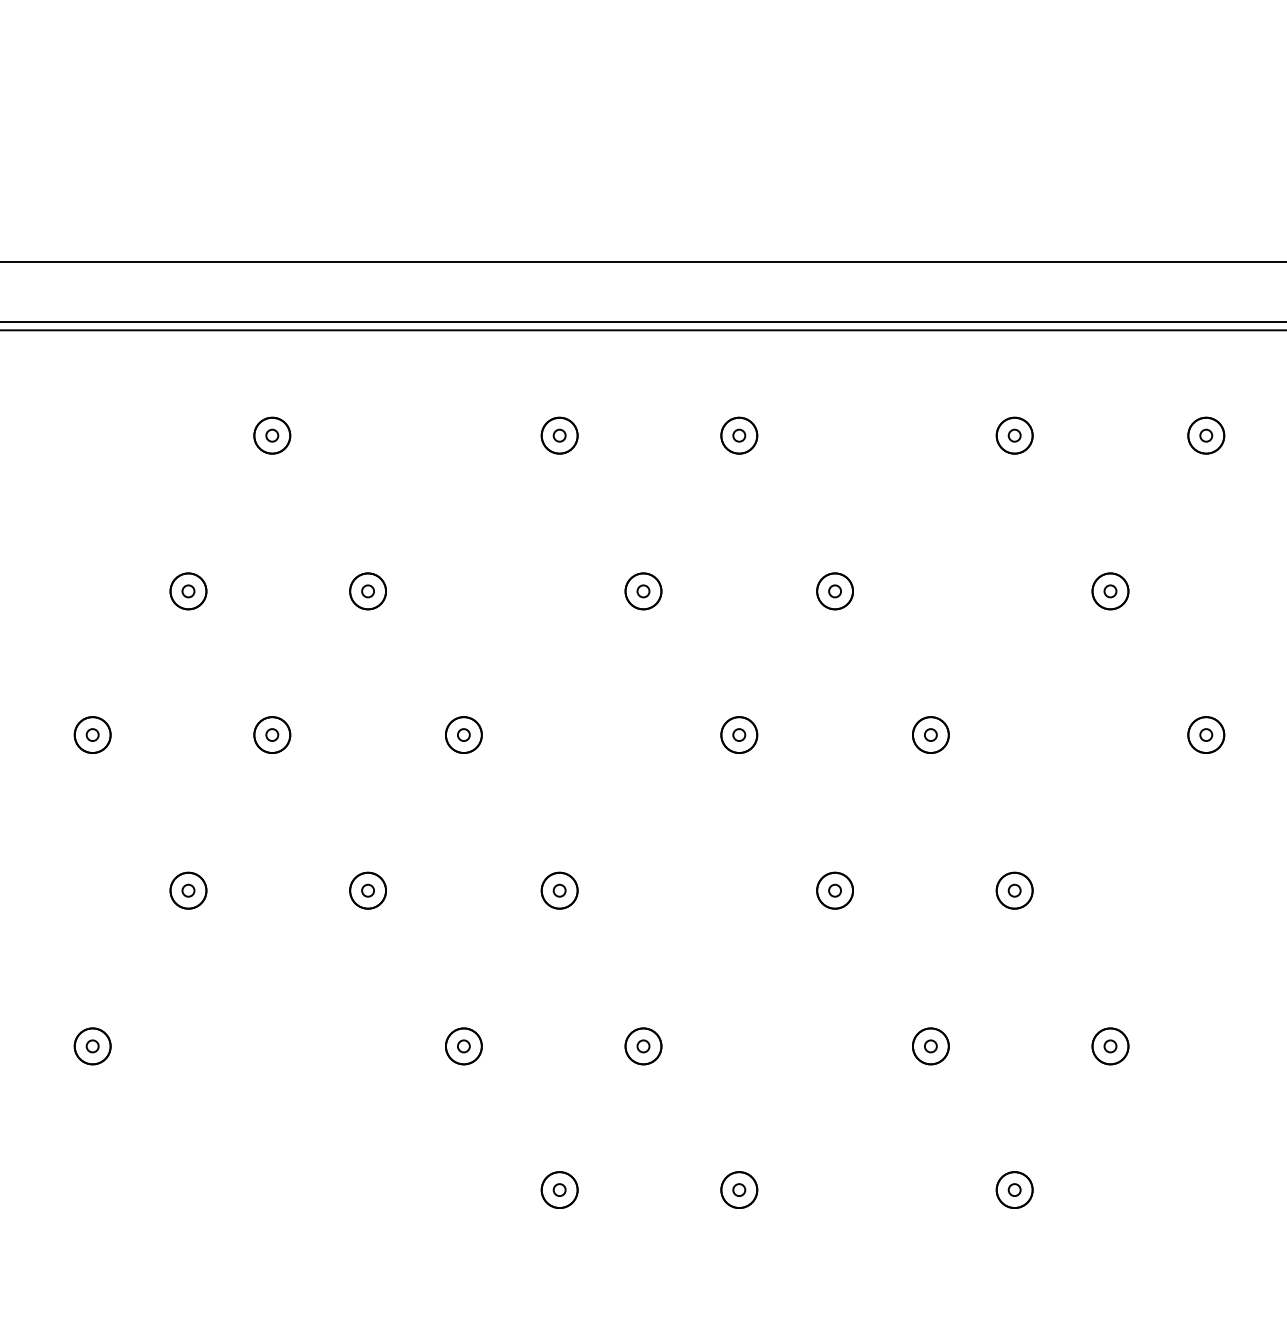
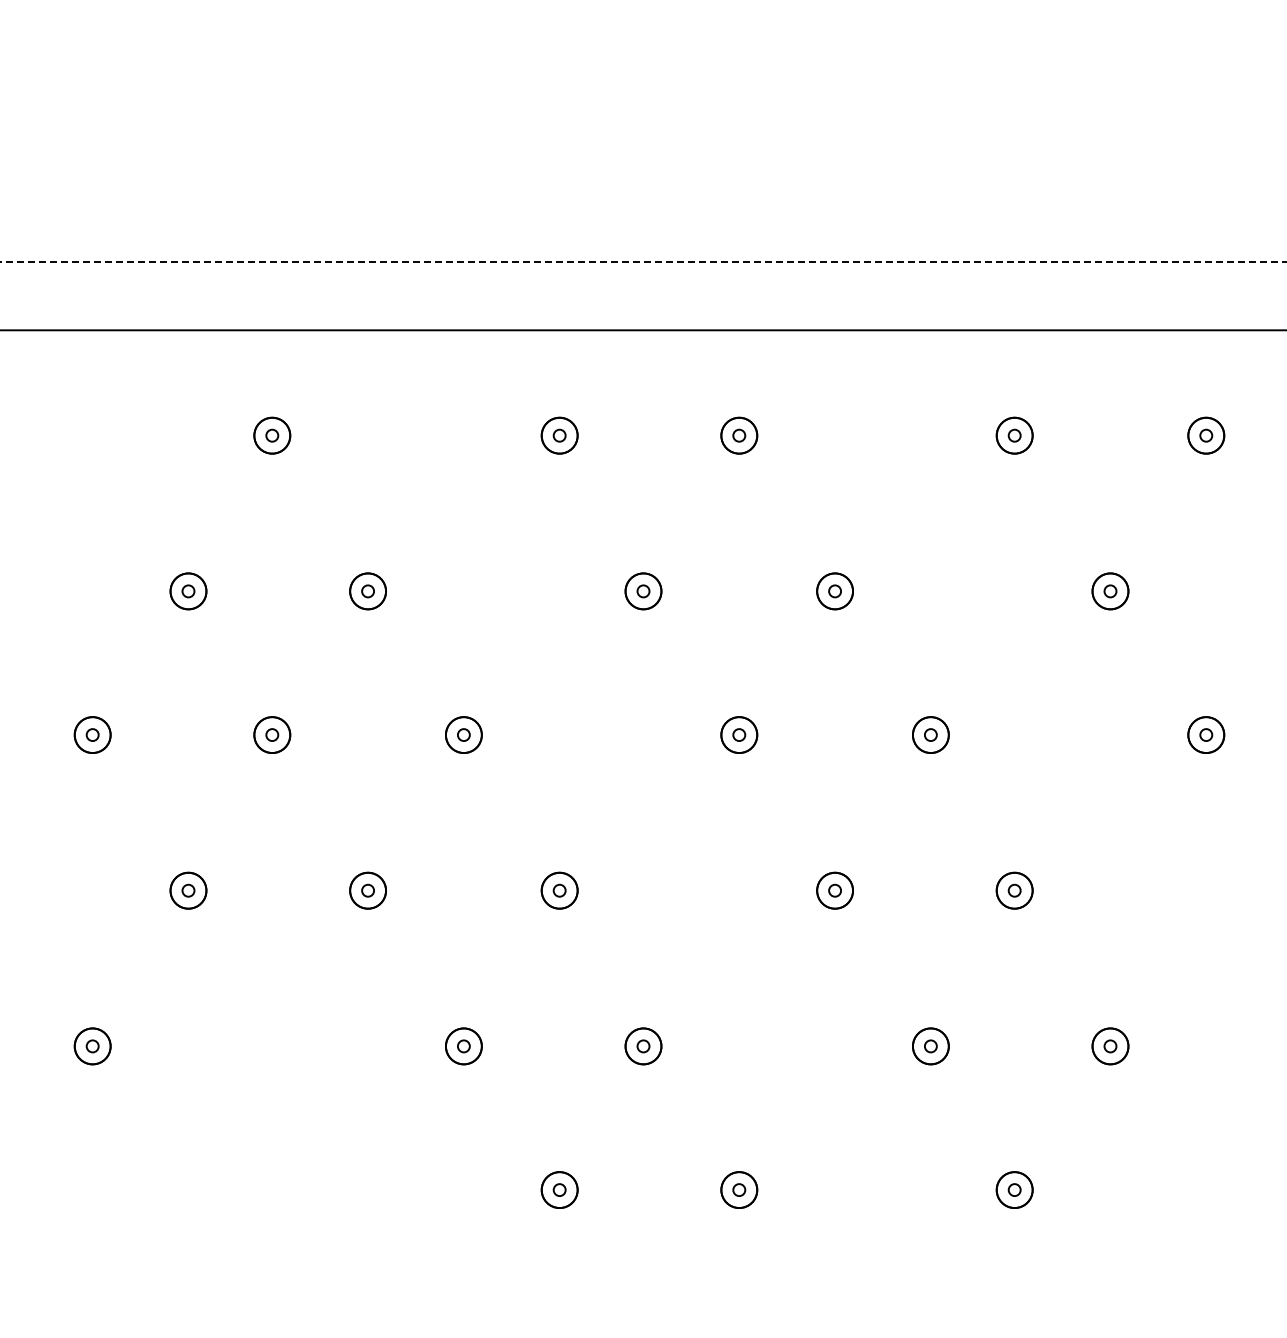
line at (643, 262): solid -> dashed
line at (642, 321): present -> none
